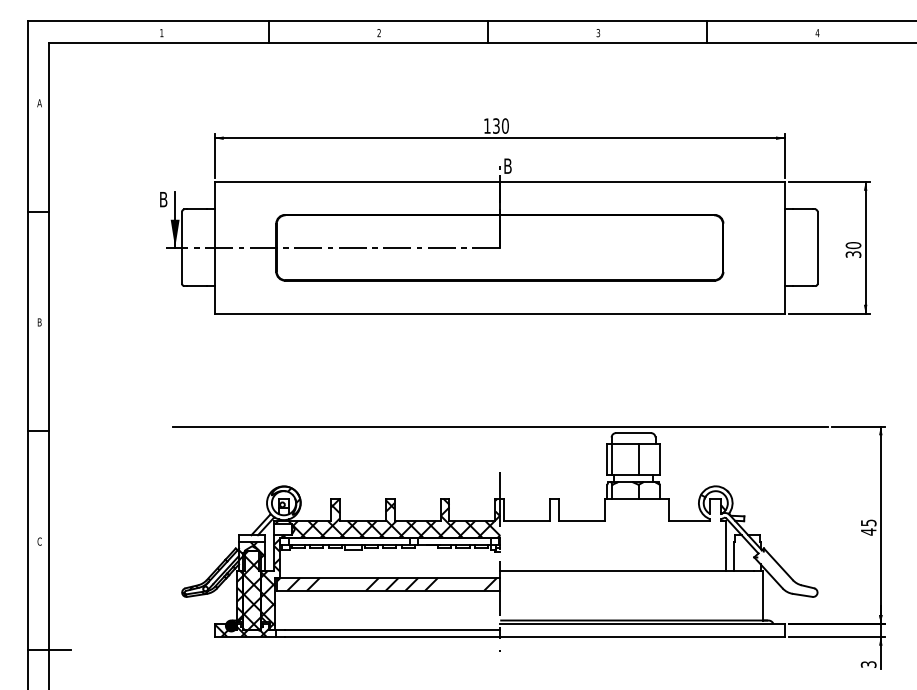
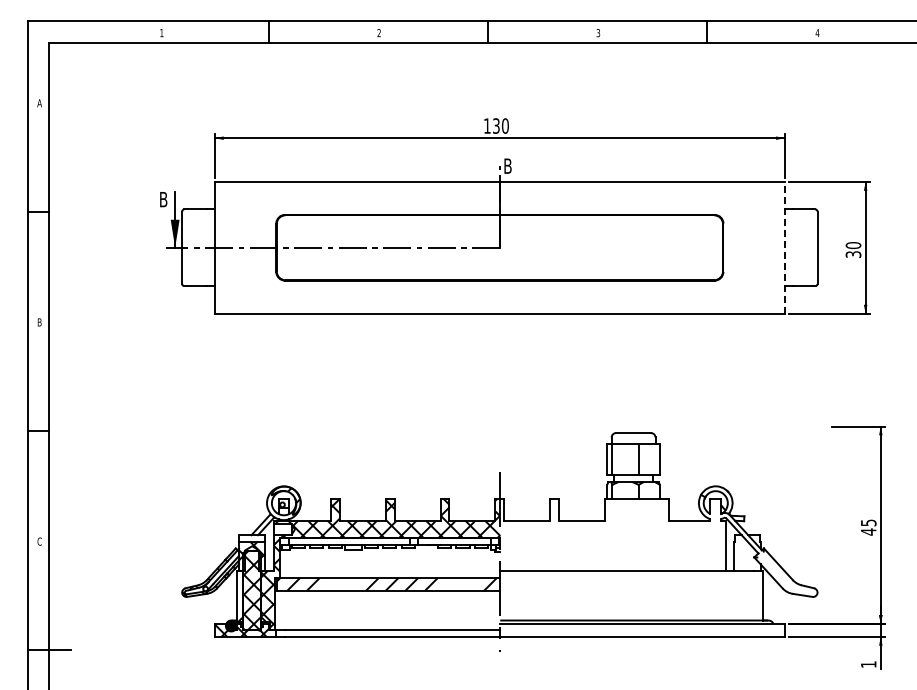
line at (784, 247): solid -> dashed
line at (499, 426): present -> none
hatch at (239, 596): present -> none
text at (868, 664): 3 -> 1
